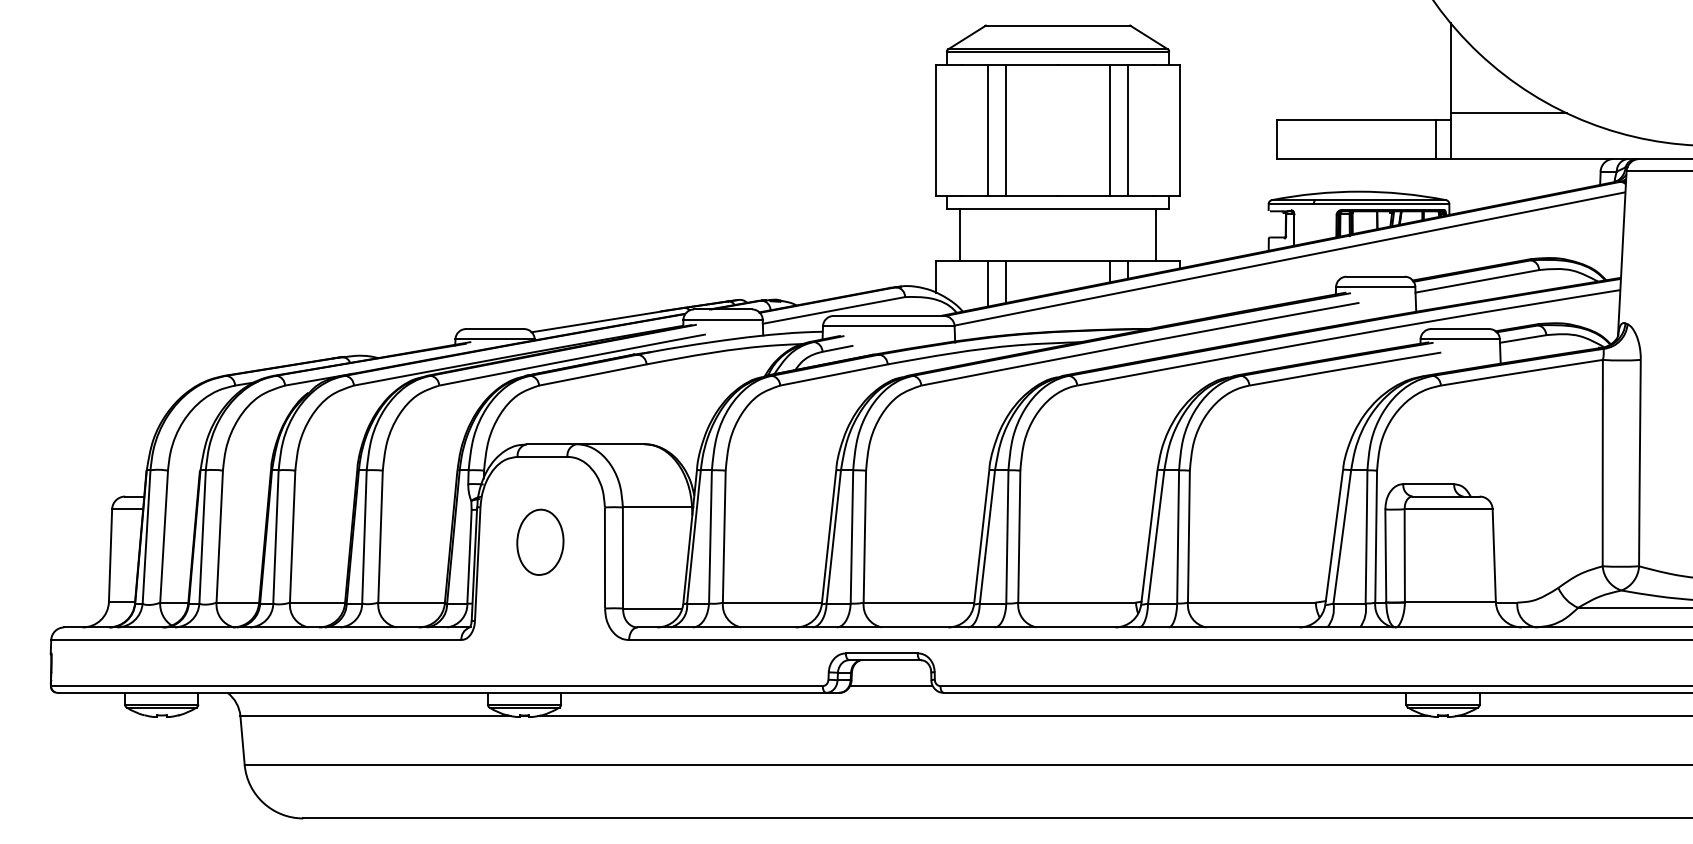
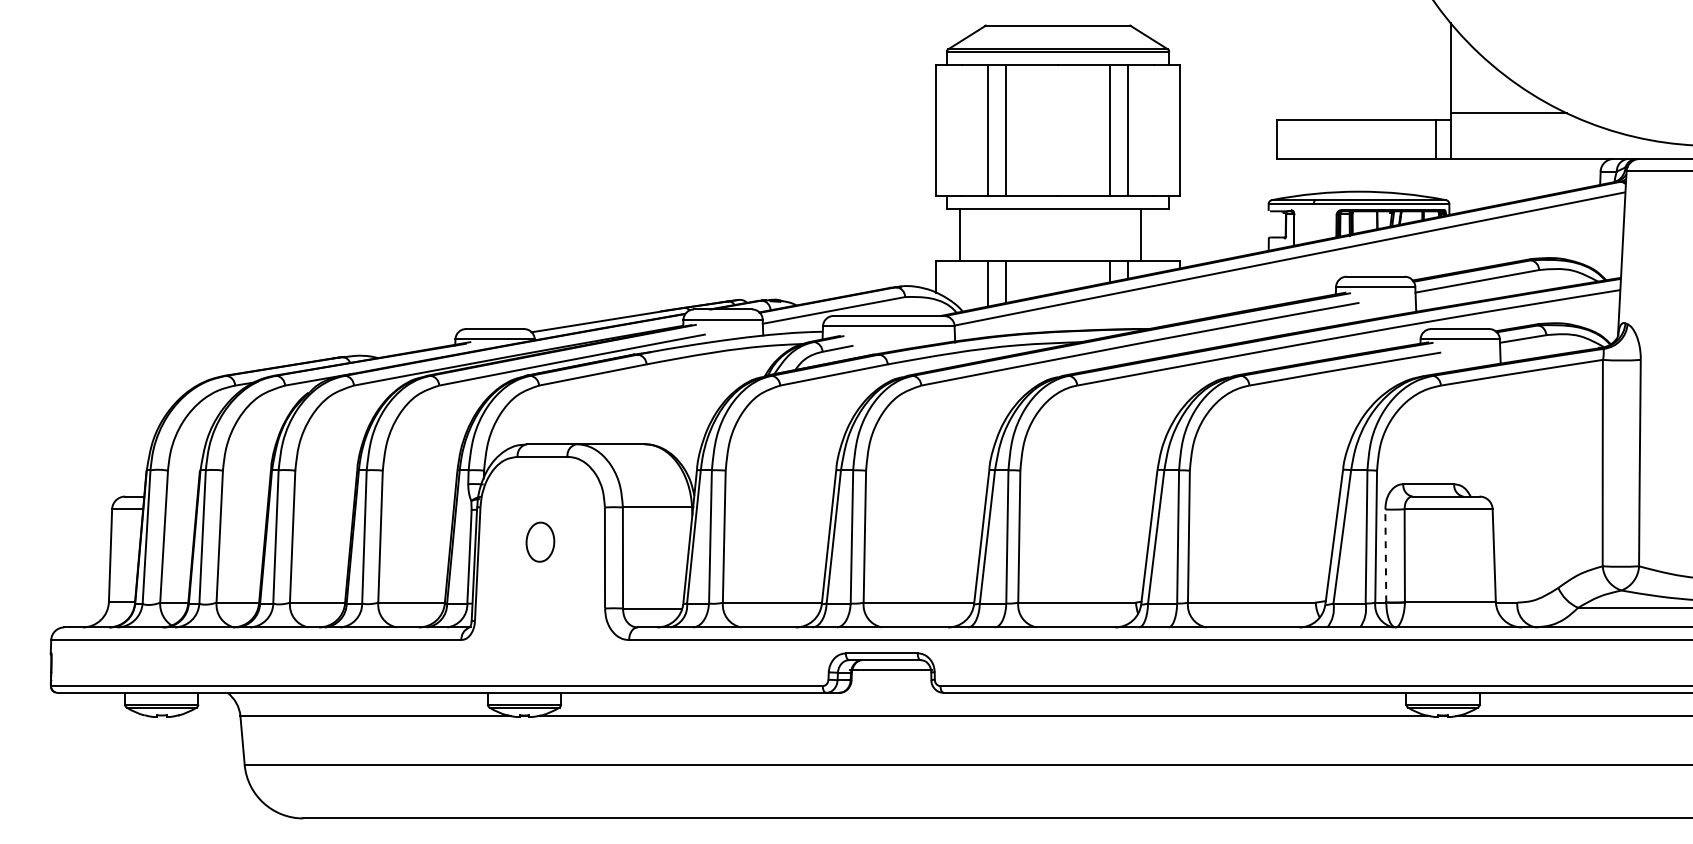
line at (1156, 234) position: (1156, 234) -> (1141, 234)
part at (540, 541) size: 49x68 px -> 31x42 px
line at (1385, 555): solid -> dashed
line at (890, 686) position: (890, 686) -> (890, 670)
